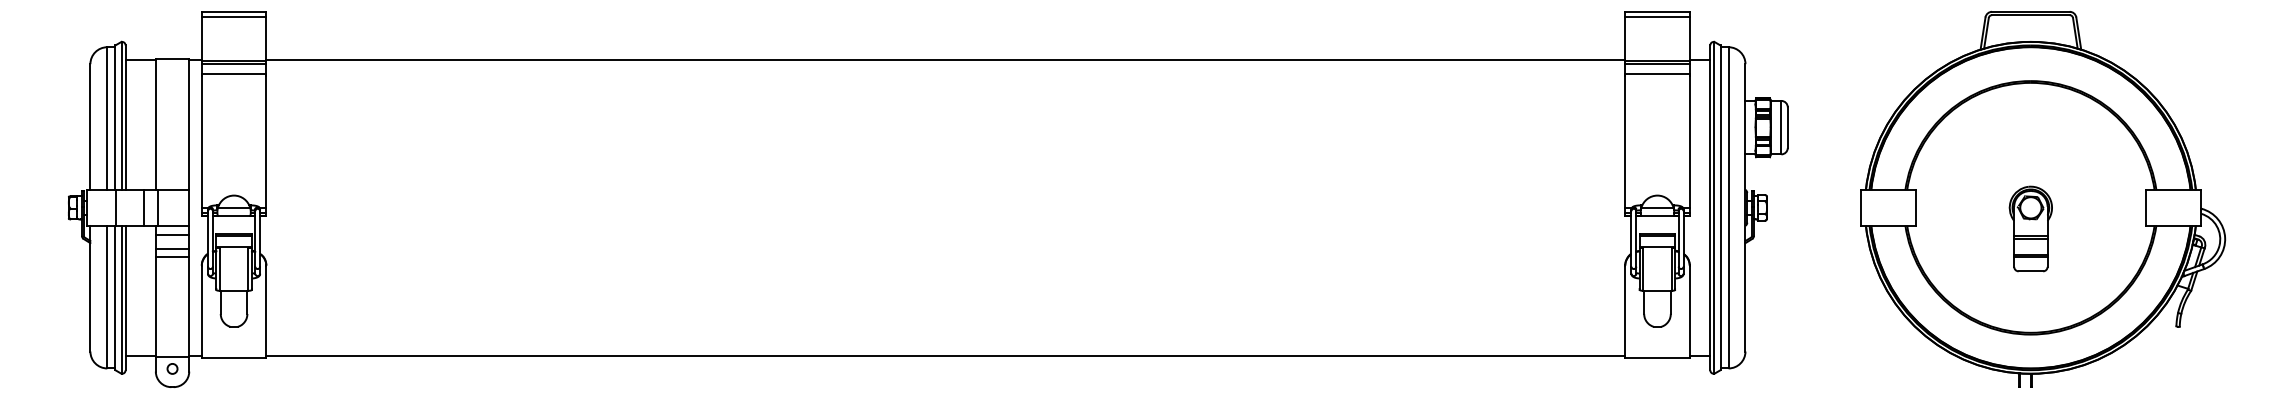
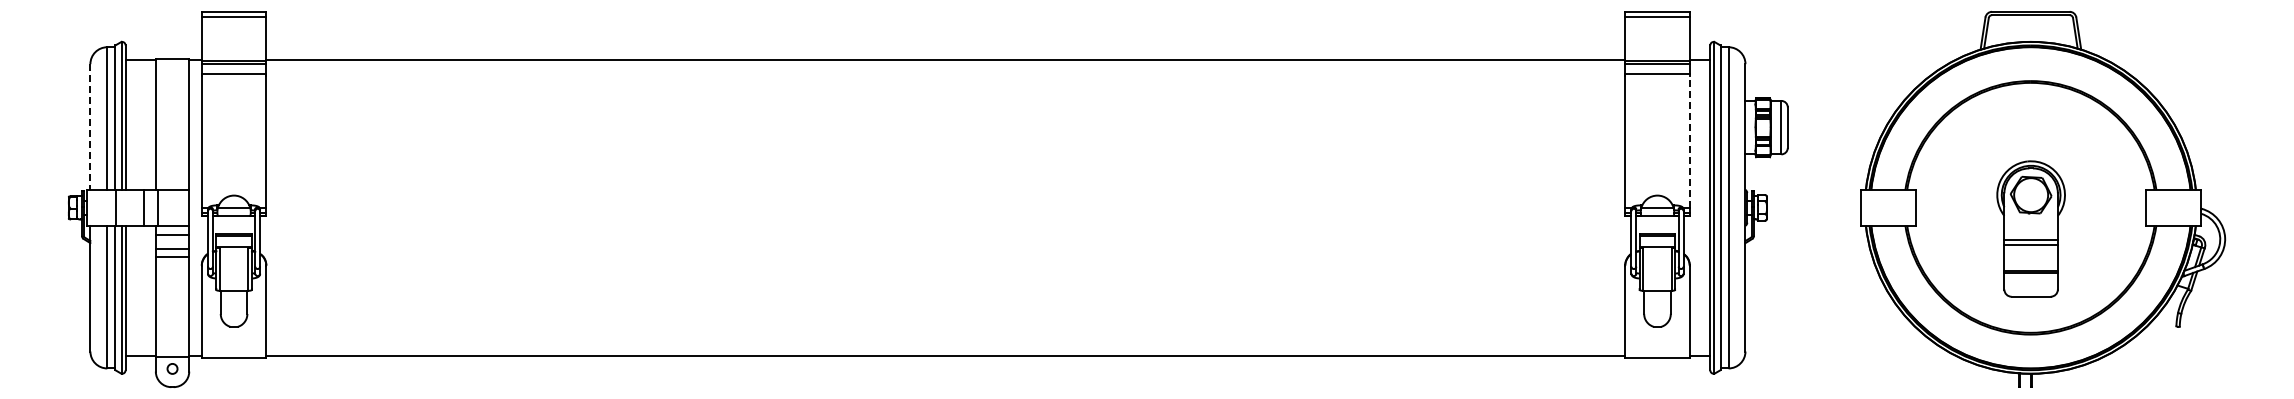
line at (90, 127): solid -> dashed
line at (1689, 141): solid -> dashed
part at (2030, 228) size: 45x88 px -> 70x138 px
